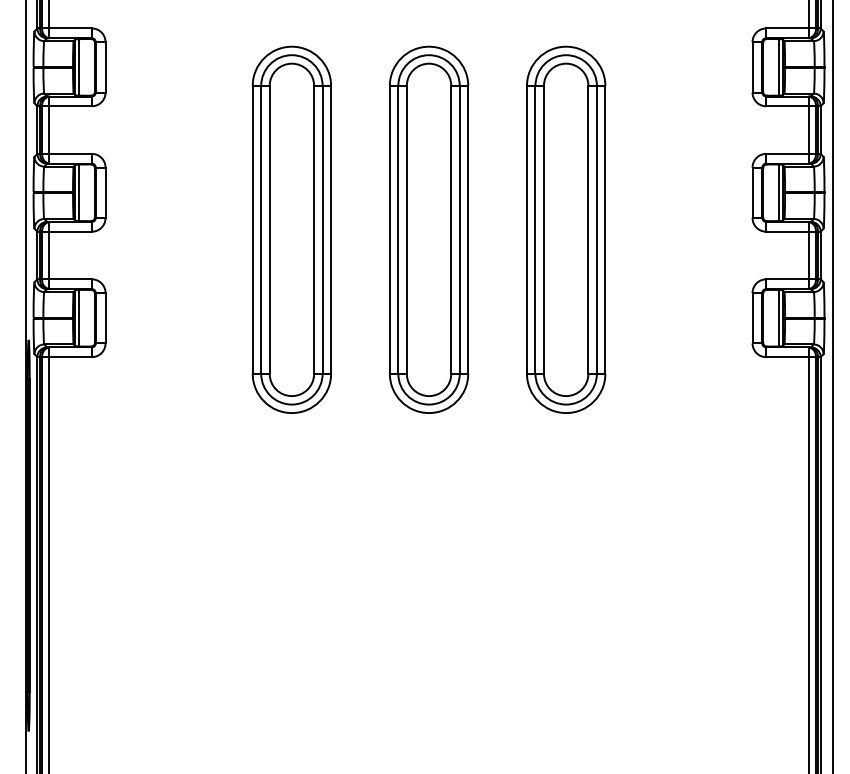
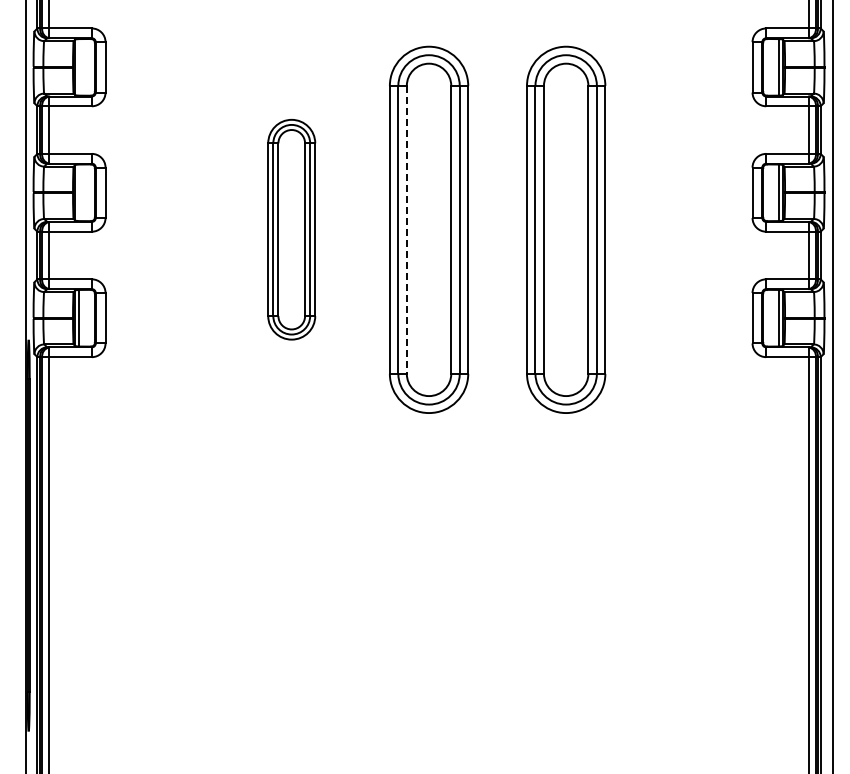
line at (79, 67): present -> none
line at (79, 192): present -> none
part at (291, 229) size: 81x369 px -> 50x222 px
line at (406, 229): solid -> dashed
